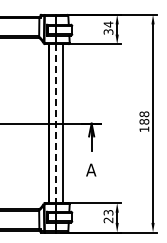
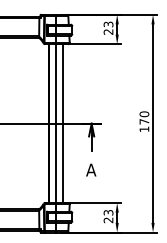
text at (108, 27): 34 -> 23
text at (144, 117): 188 -> 170
line at (55, 124): dashed -> solid
